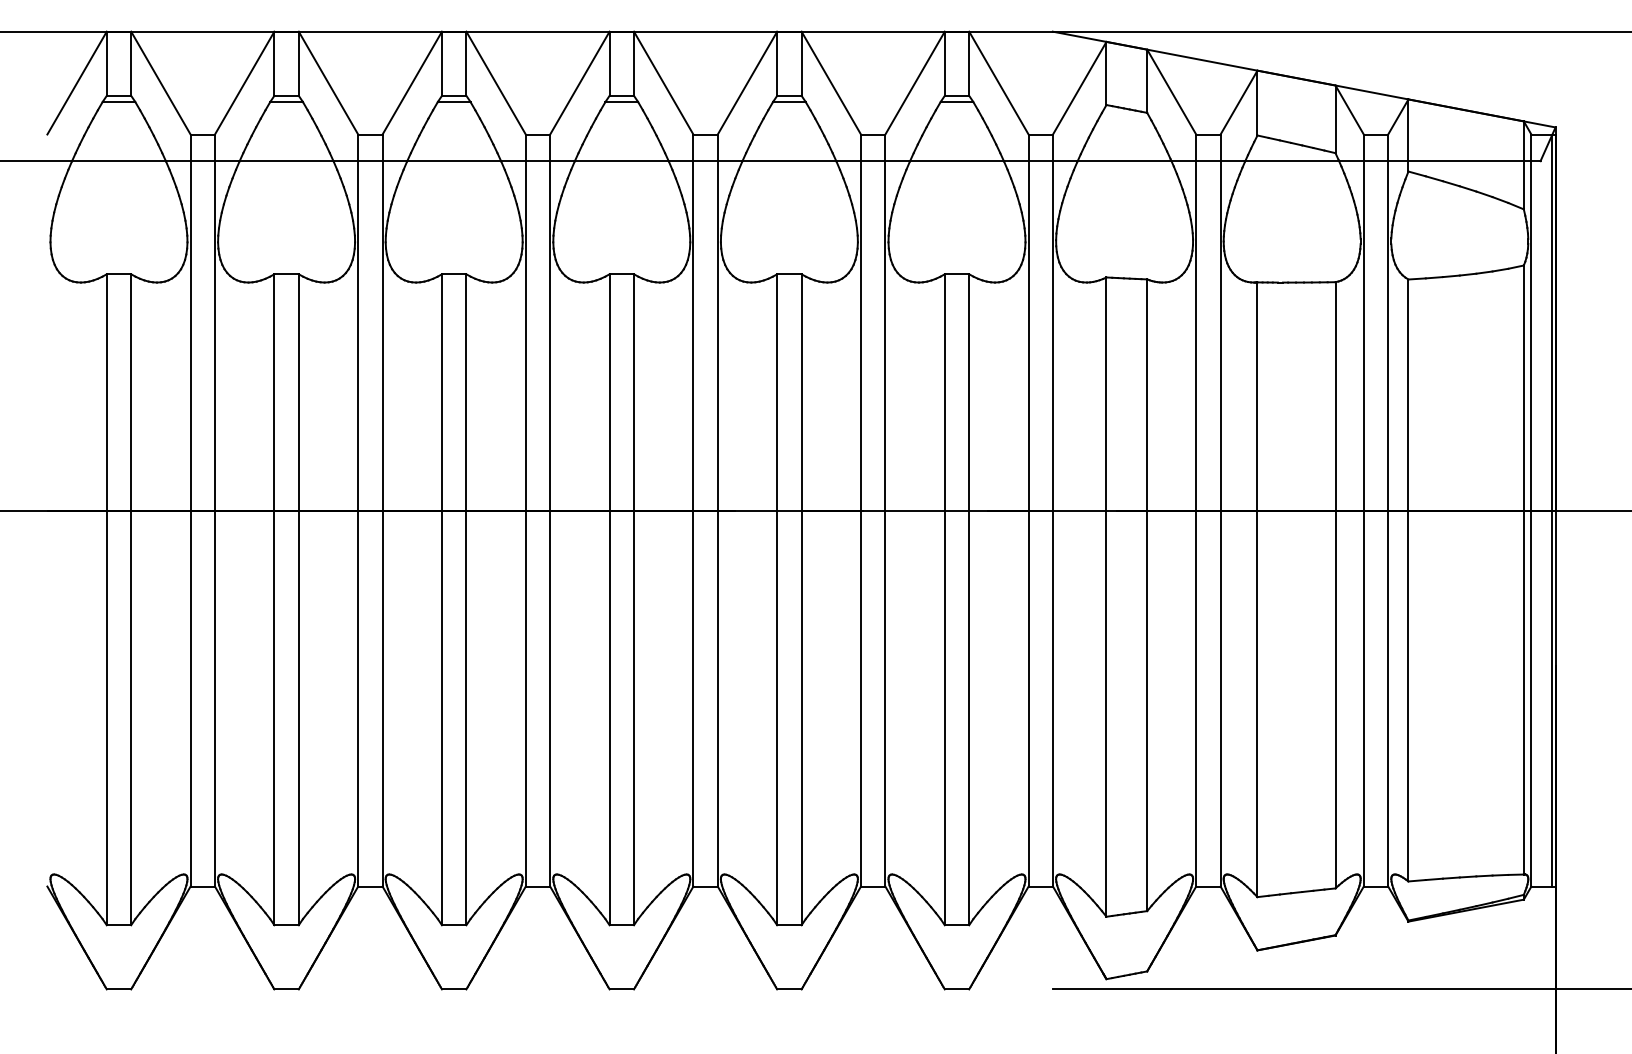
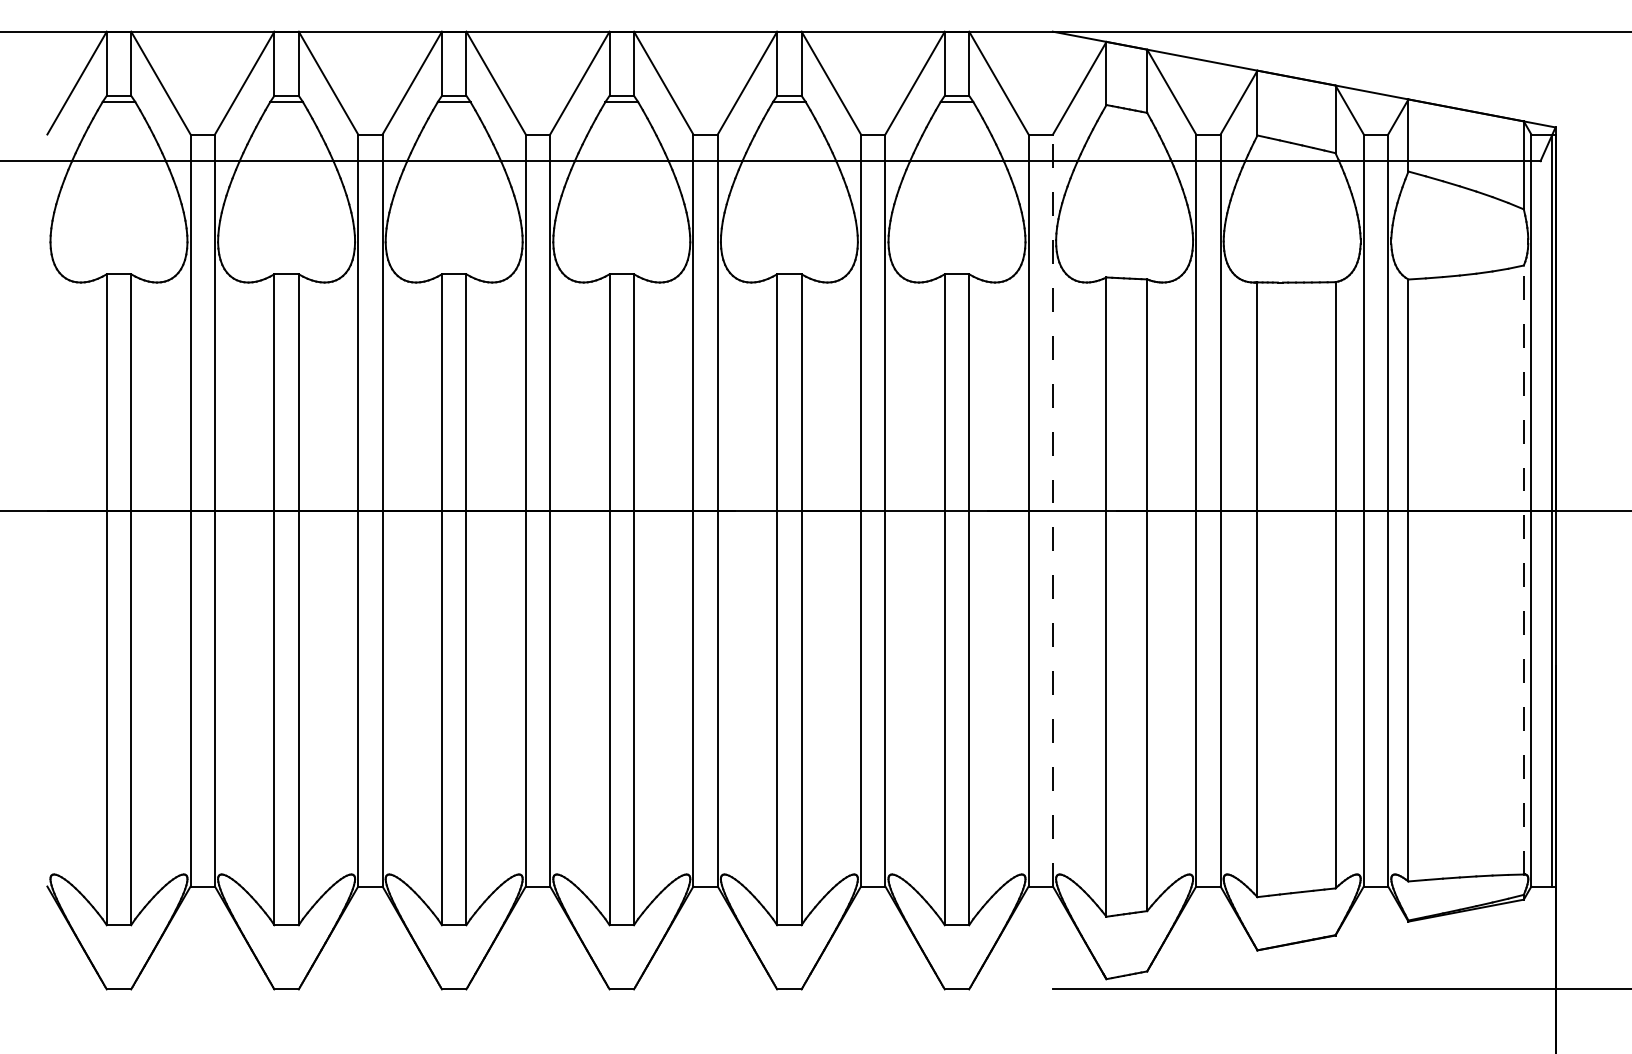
line at (1053, 510): solid -> dashed
line at (1523, 570): solid -> dashed
